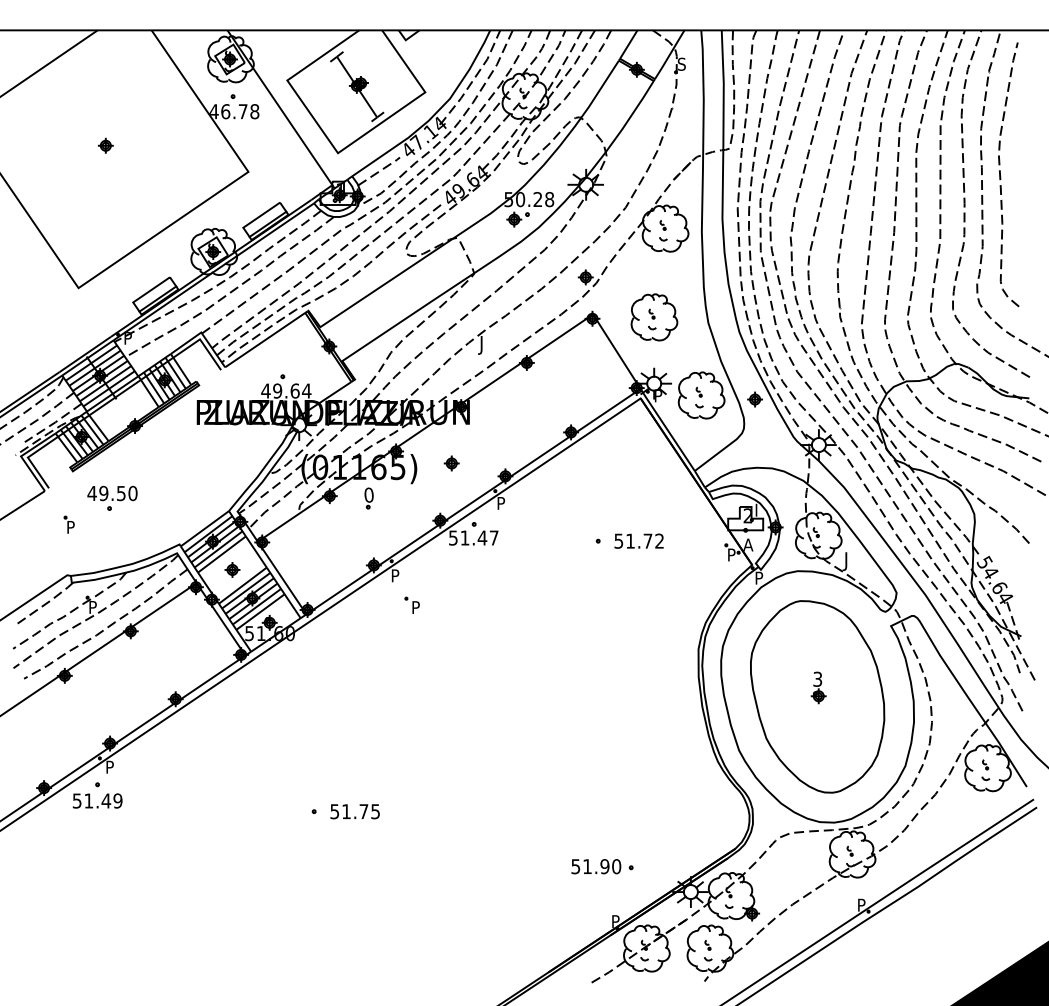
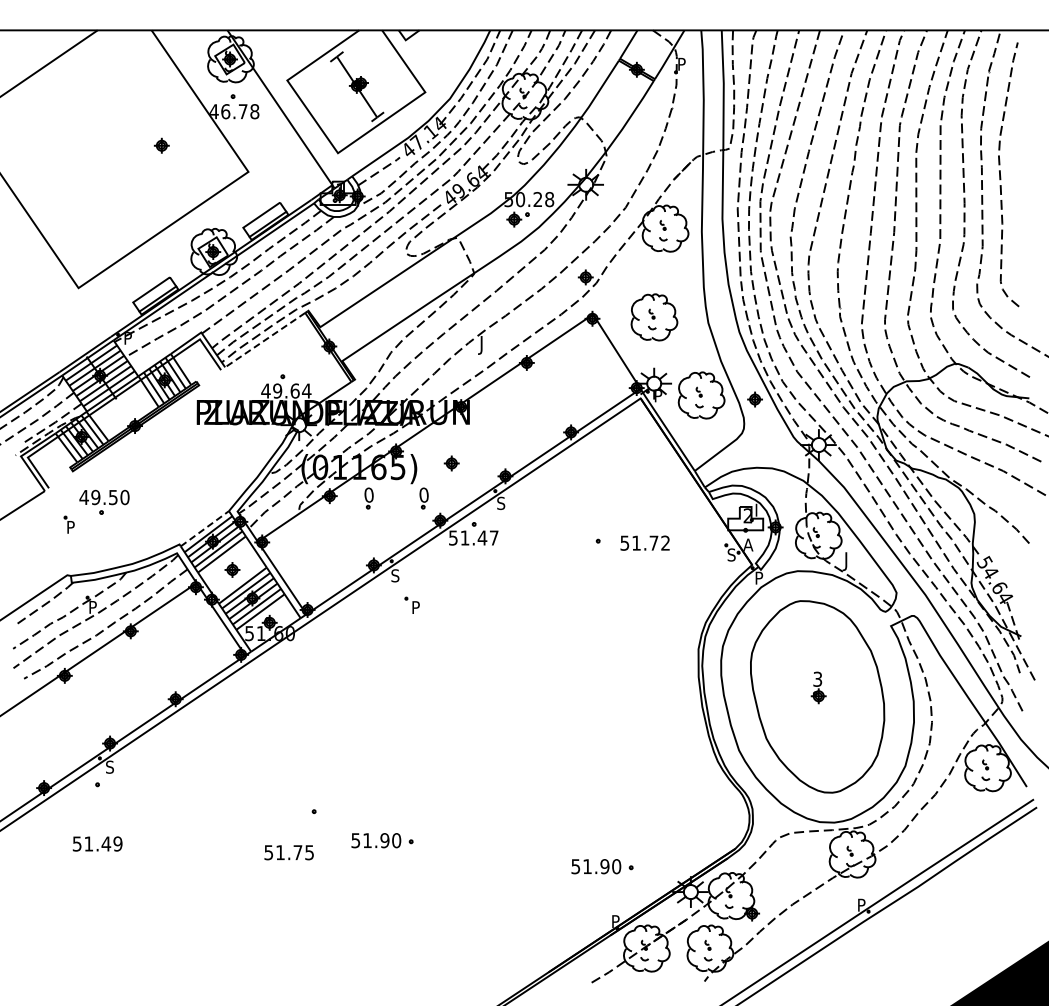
text at (681, 63): S -> P
part at (105, 145) position: (105, 145) -> (161, 145)
line at (264, 340): solid -> dashed
part at (112, 497) position: (112, 497) -> (104, 501)
part at (423, 498): none -> present
text at (501, 503): P -> S
line at (204, 528): solid -> dashed
text at (638, 540) position: (638, 540) -> (644, 542)
text at (731, 554): P -> S
text at (395, 575): P -> S
text at (109, 766): P -> S
text at (97, 800) position: (97, 800) -> (97, 843)
text at (354, 811) position: (354, 811) -> (288, 852)
part at (382, 840): none -> present
